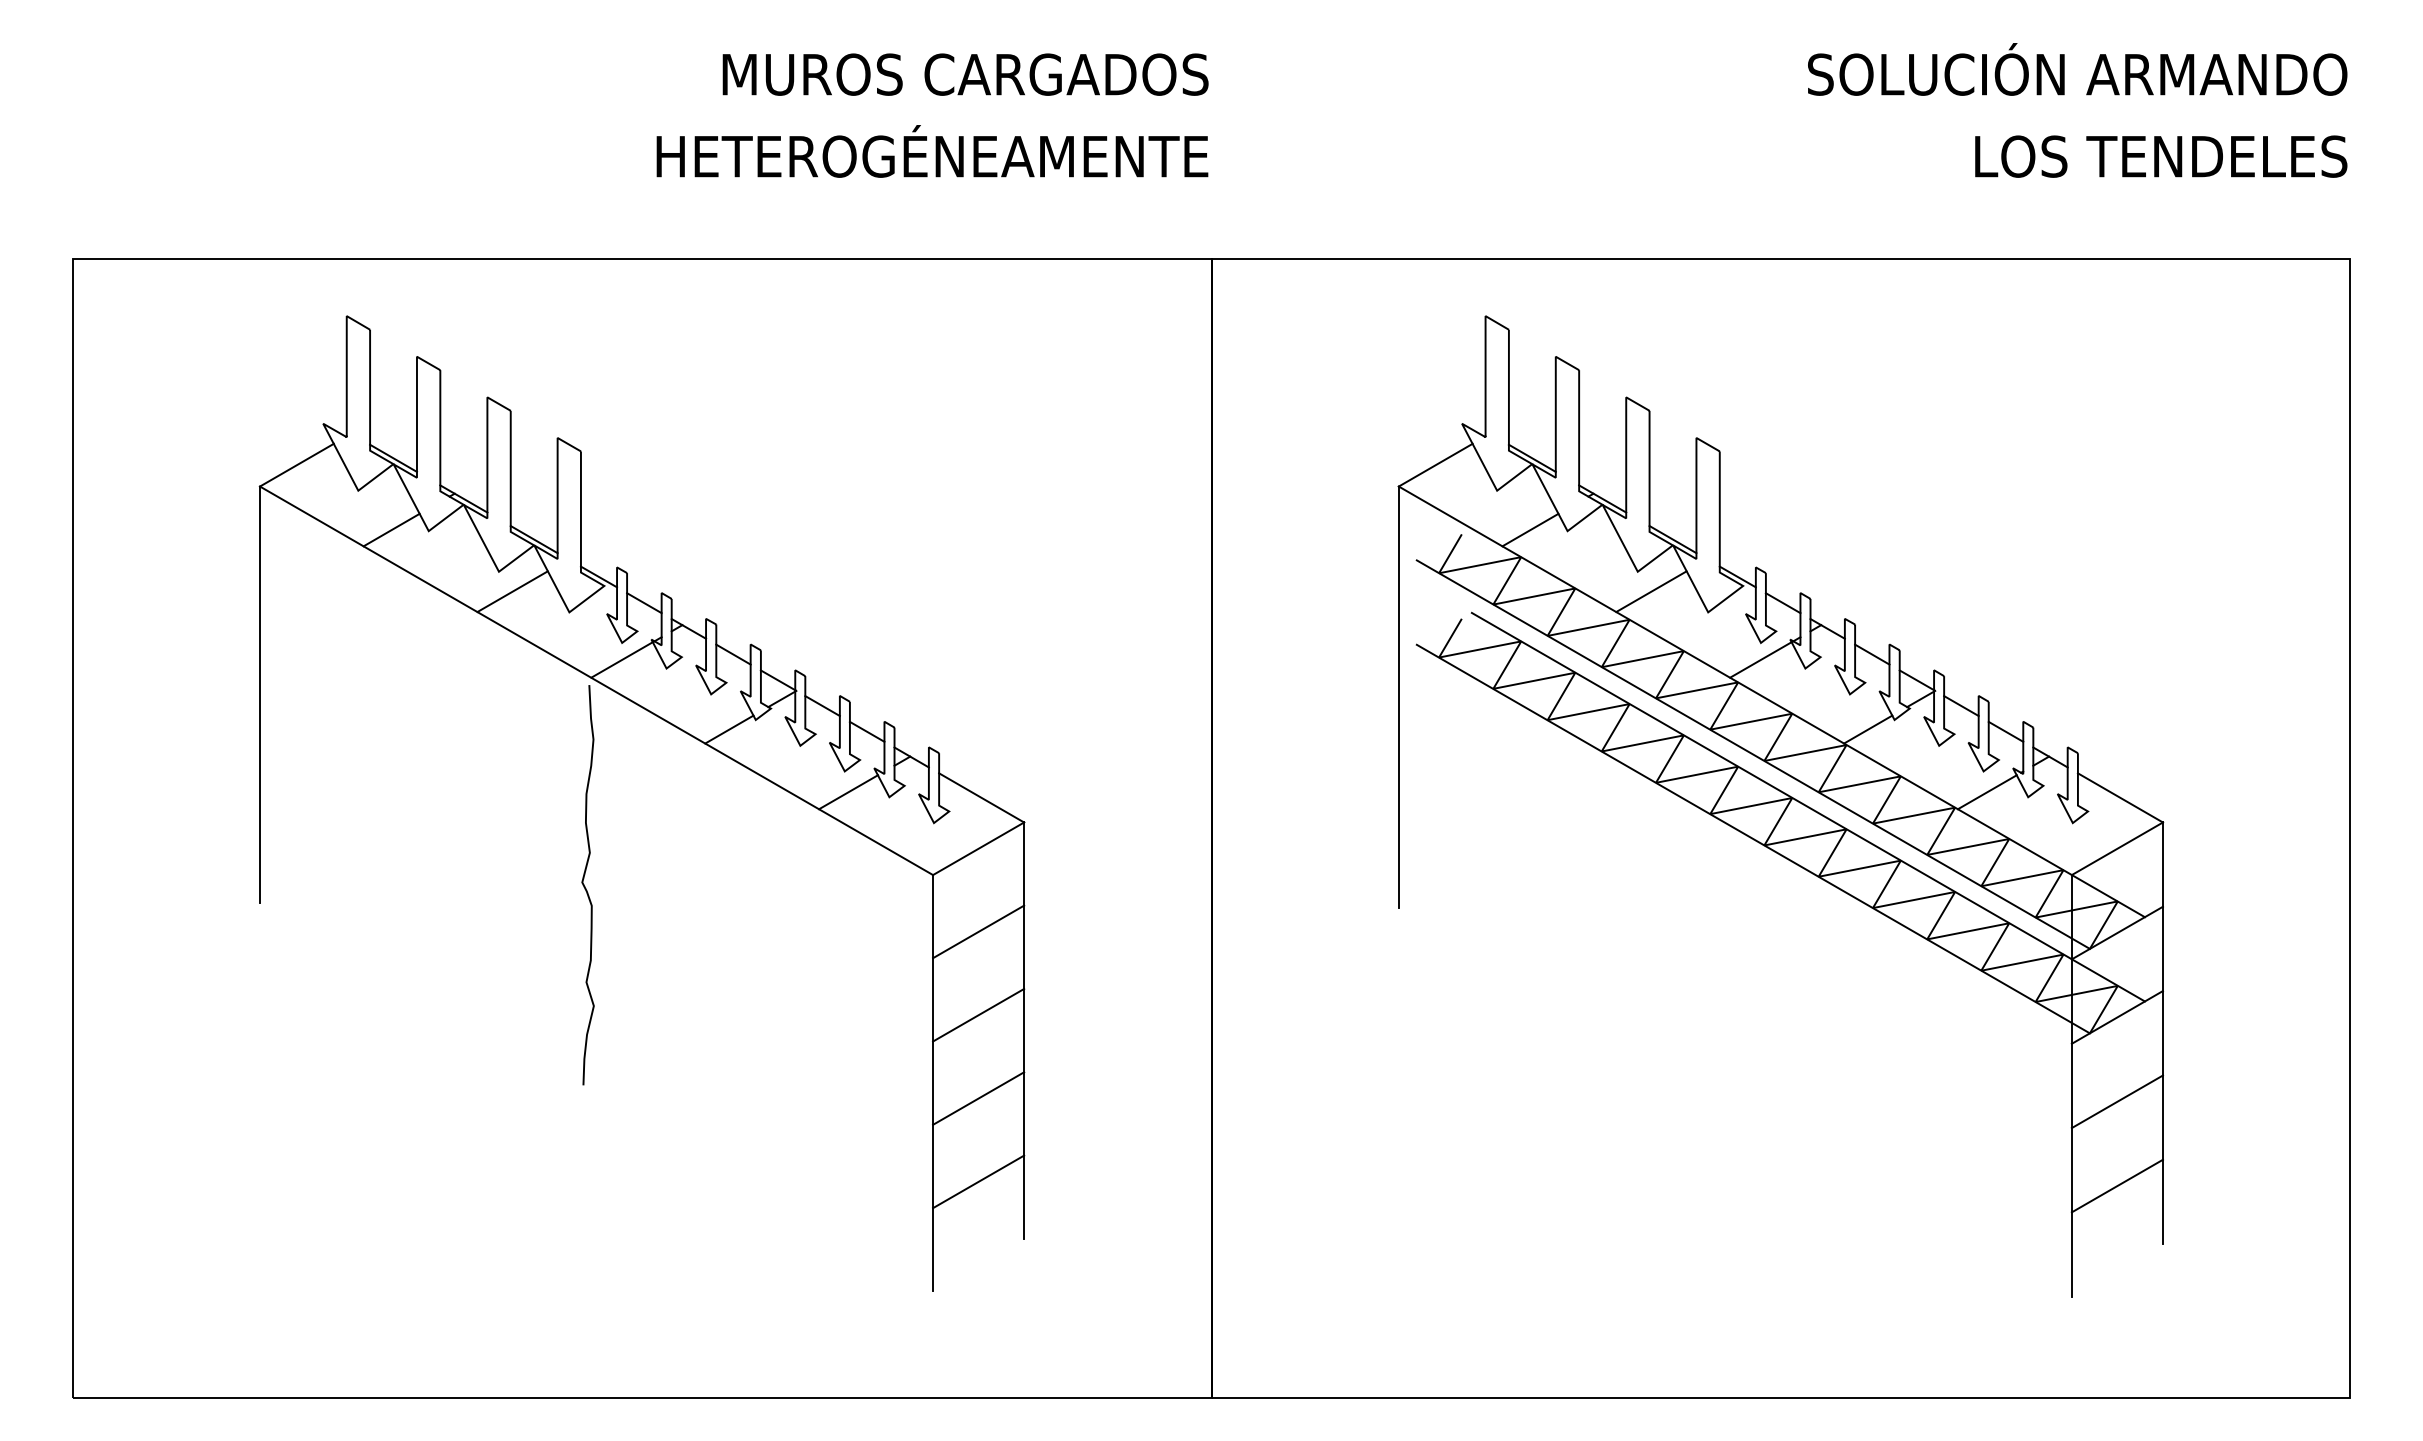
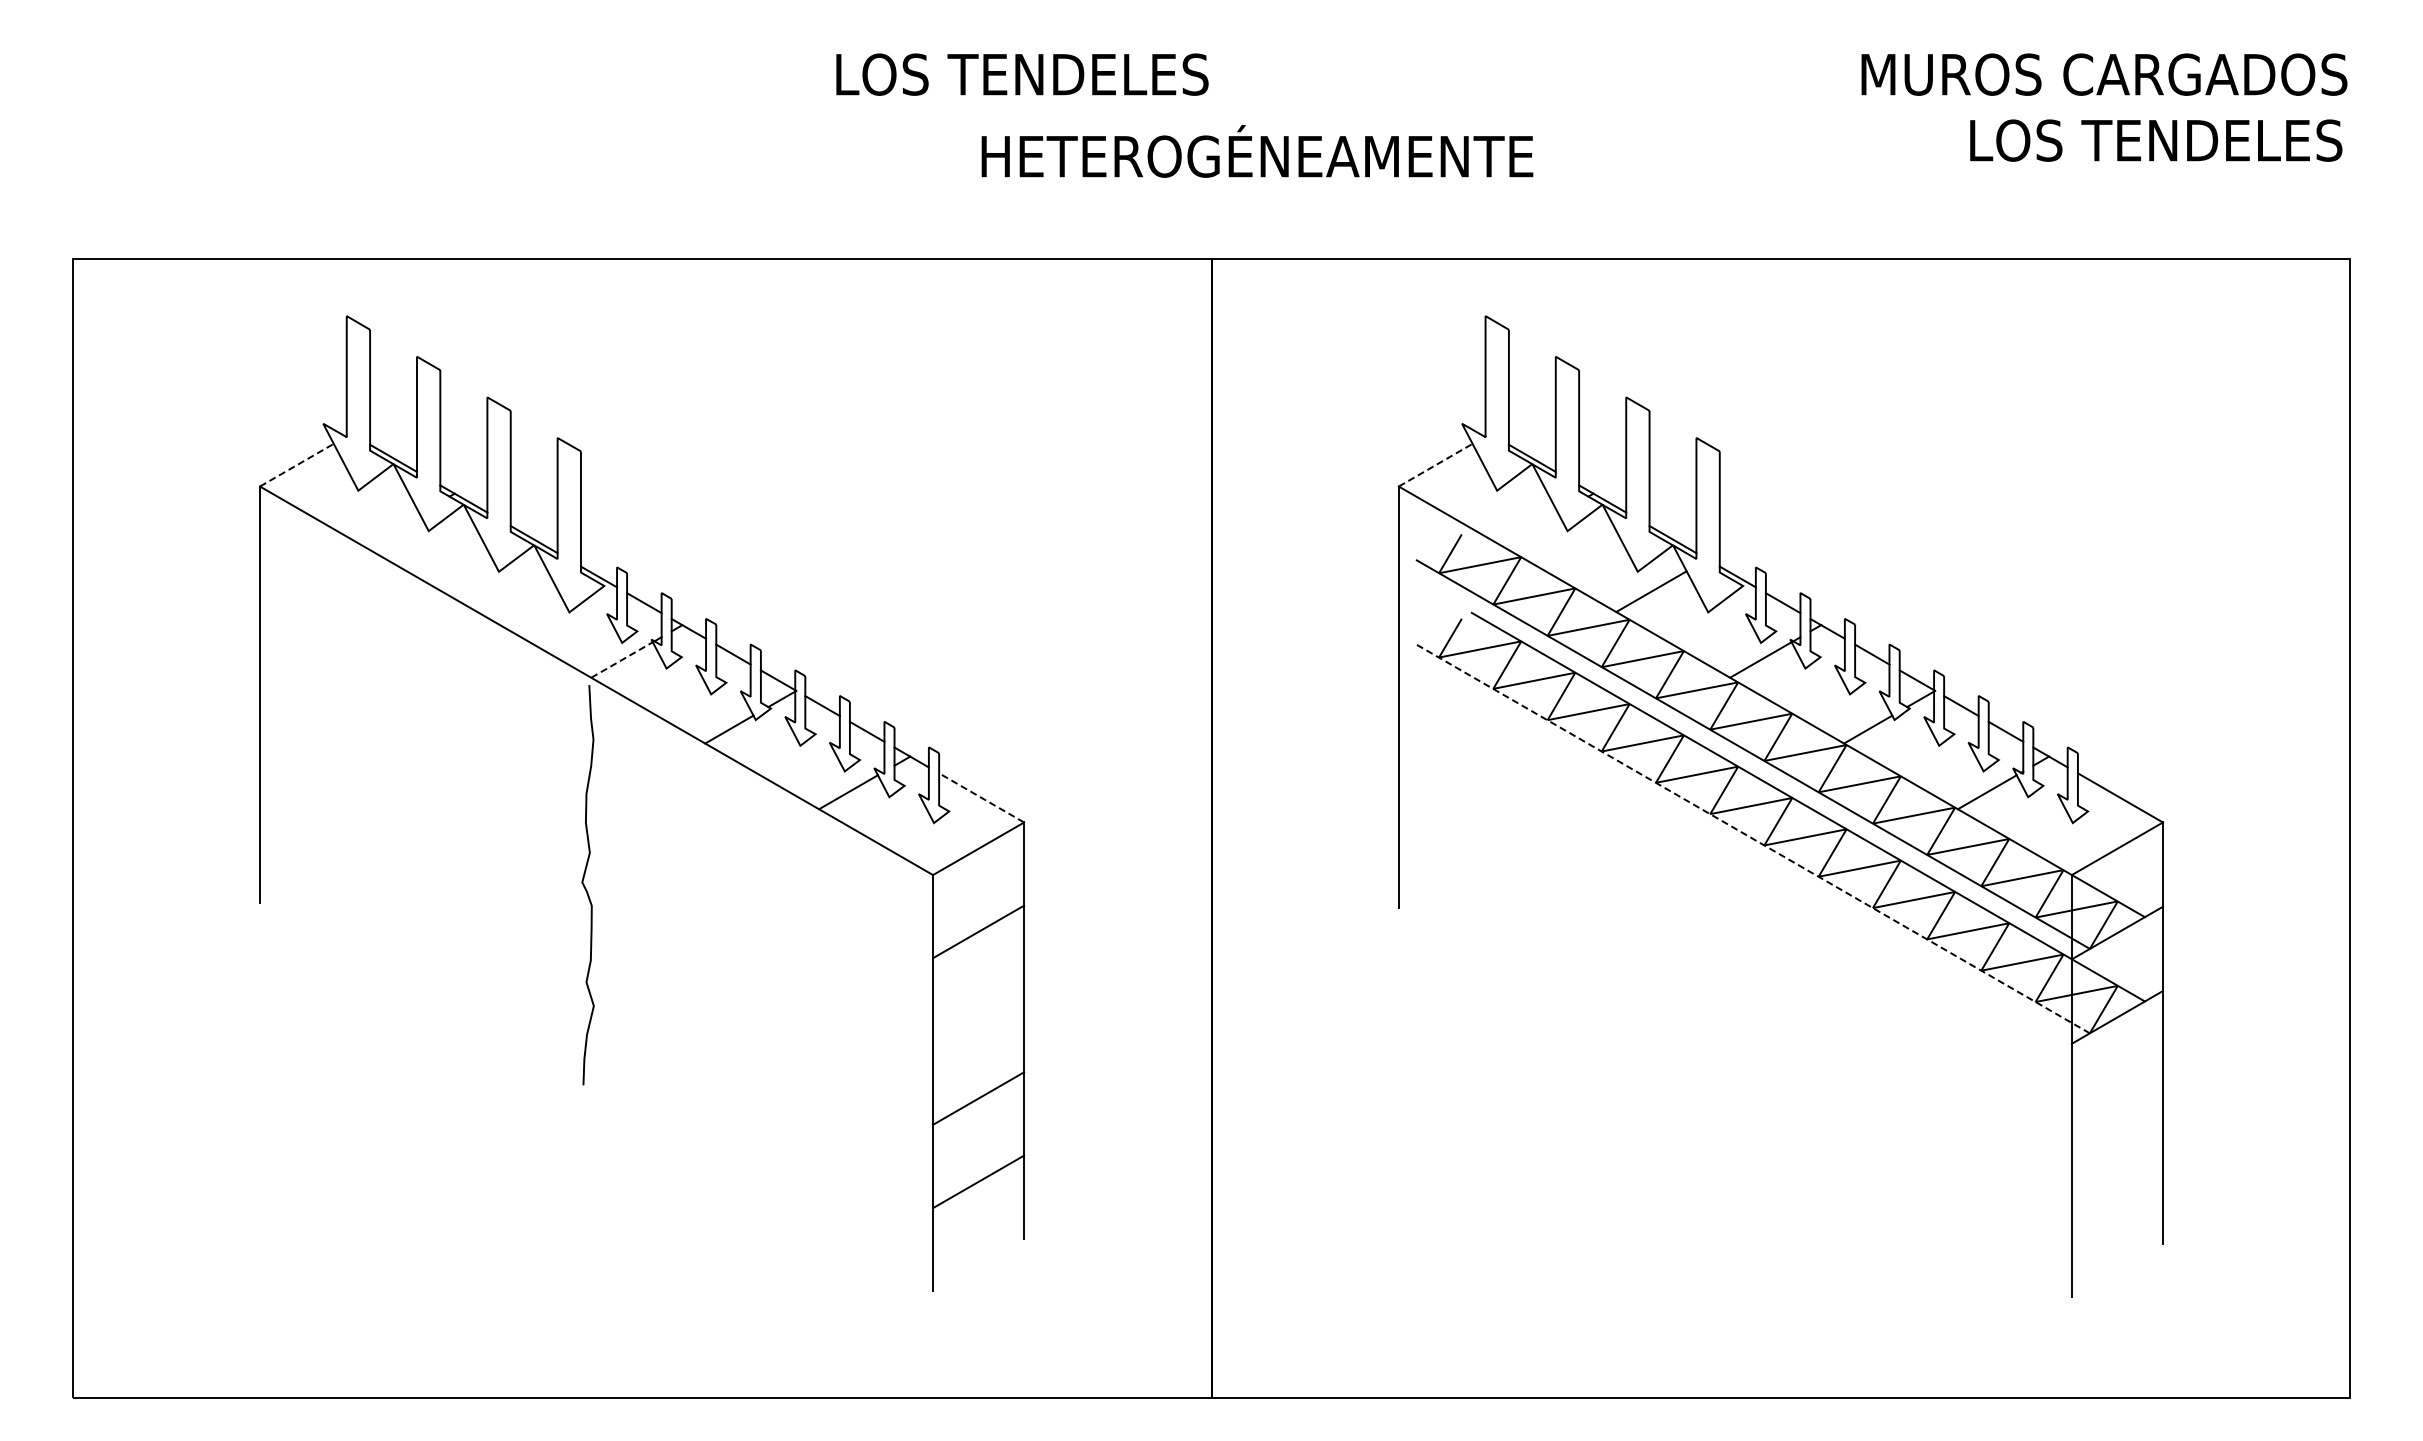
text at (2077, 69): SOLUCIÓN ARMANDO -> MUROS CARGADOS
text at (949, 74): MUROS CARGADOS -> LOS TENDELES
text at (932, 151) position: (932, 151) -> (1257, 151)
text at (2161, 156) position: (2161, 156) -> (2156, 140)
line at (296, 465): solid -> dashed
line at (1435, 465): solid -> dashed
line at (391, 529): present -> none
line at (1530, 529): present -> none
line at (512, 591): present -> none
line at (622, 659): solid -> dashed
line at (981, 797): solid -> dashed
line at (1753, 839): solid -> dashed
line at (978, 1014): present -> none
line at (2116, 1101): present -> none
line at (2116, 1185): present -> none
